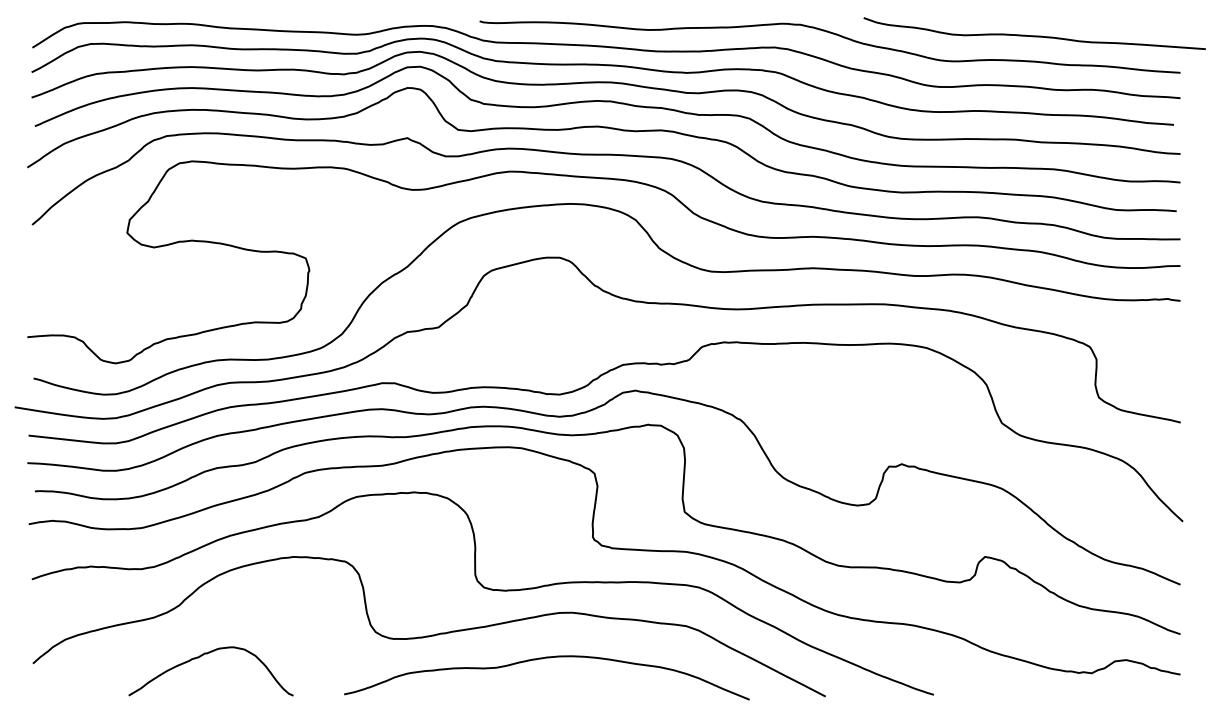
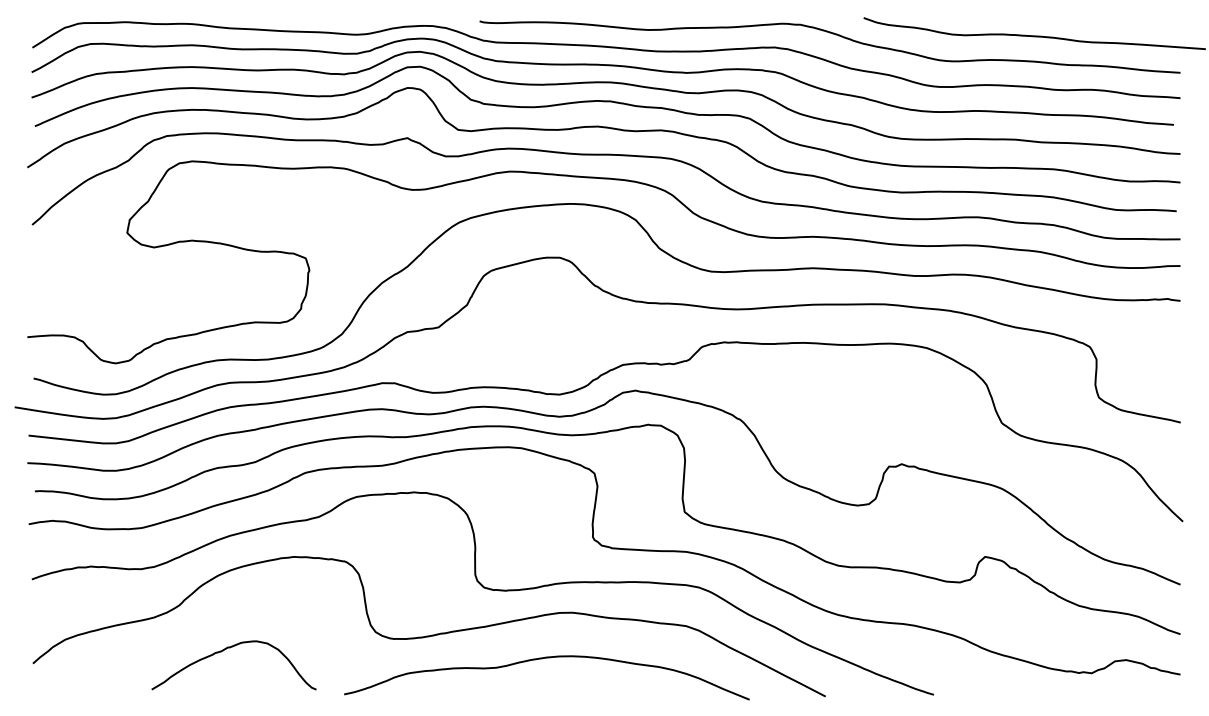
curve at (200, 657) position: (200, 657) -> (223, 651)
